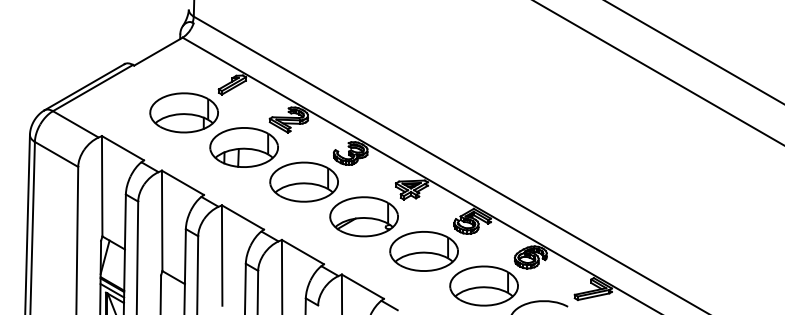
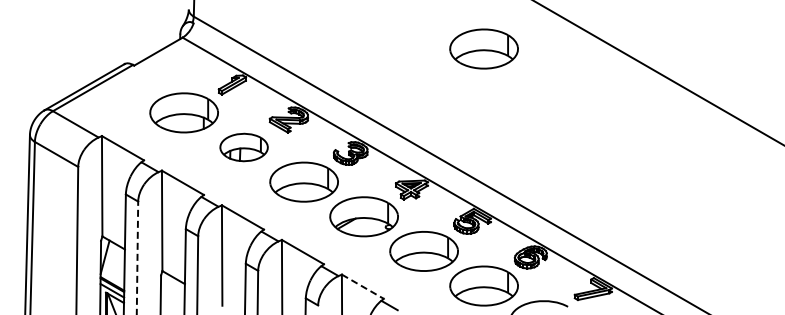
part at (483, 48): none -> present
line at (694, 52): present -> none
part at (243, 147) size: 70x41 px -> 50x31 px
line at (137, 257): solid -> dashed
line at (363, 286): solid -> dashed
